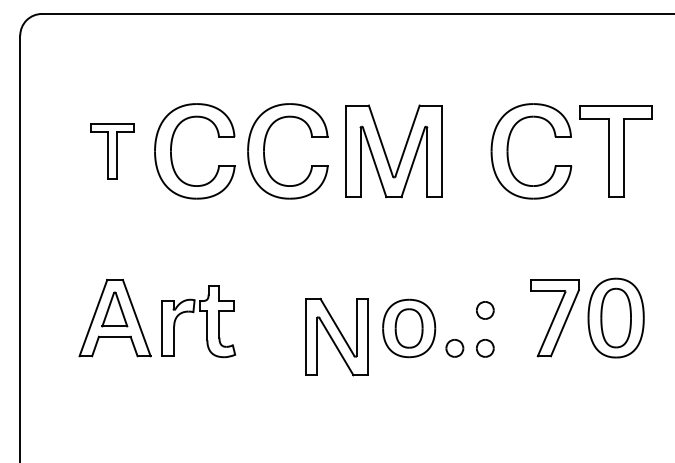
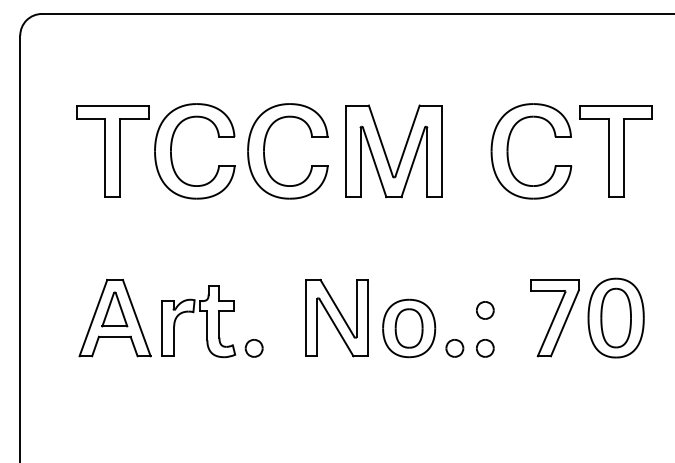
part at (112, 151) size: 45x57 px -> 74x93 px
part at (336, 336) position: (336, 336) -> (336, 317)
part at (253, 348): none -> present
